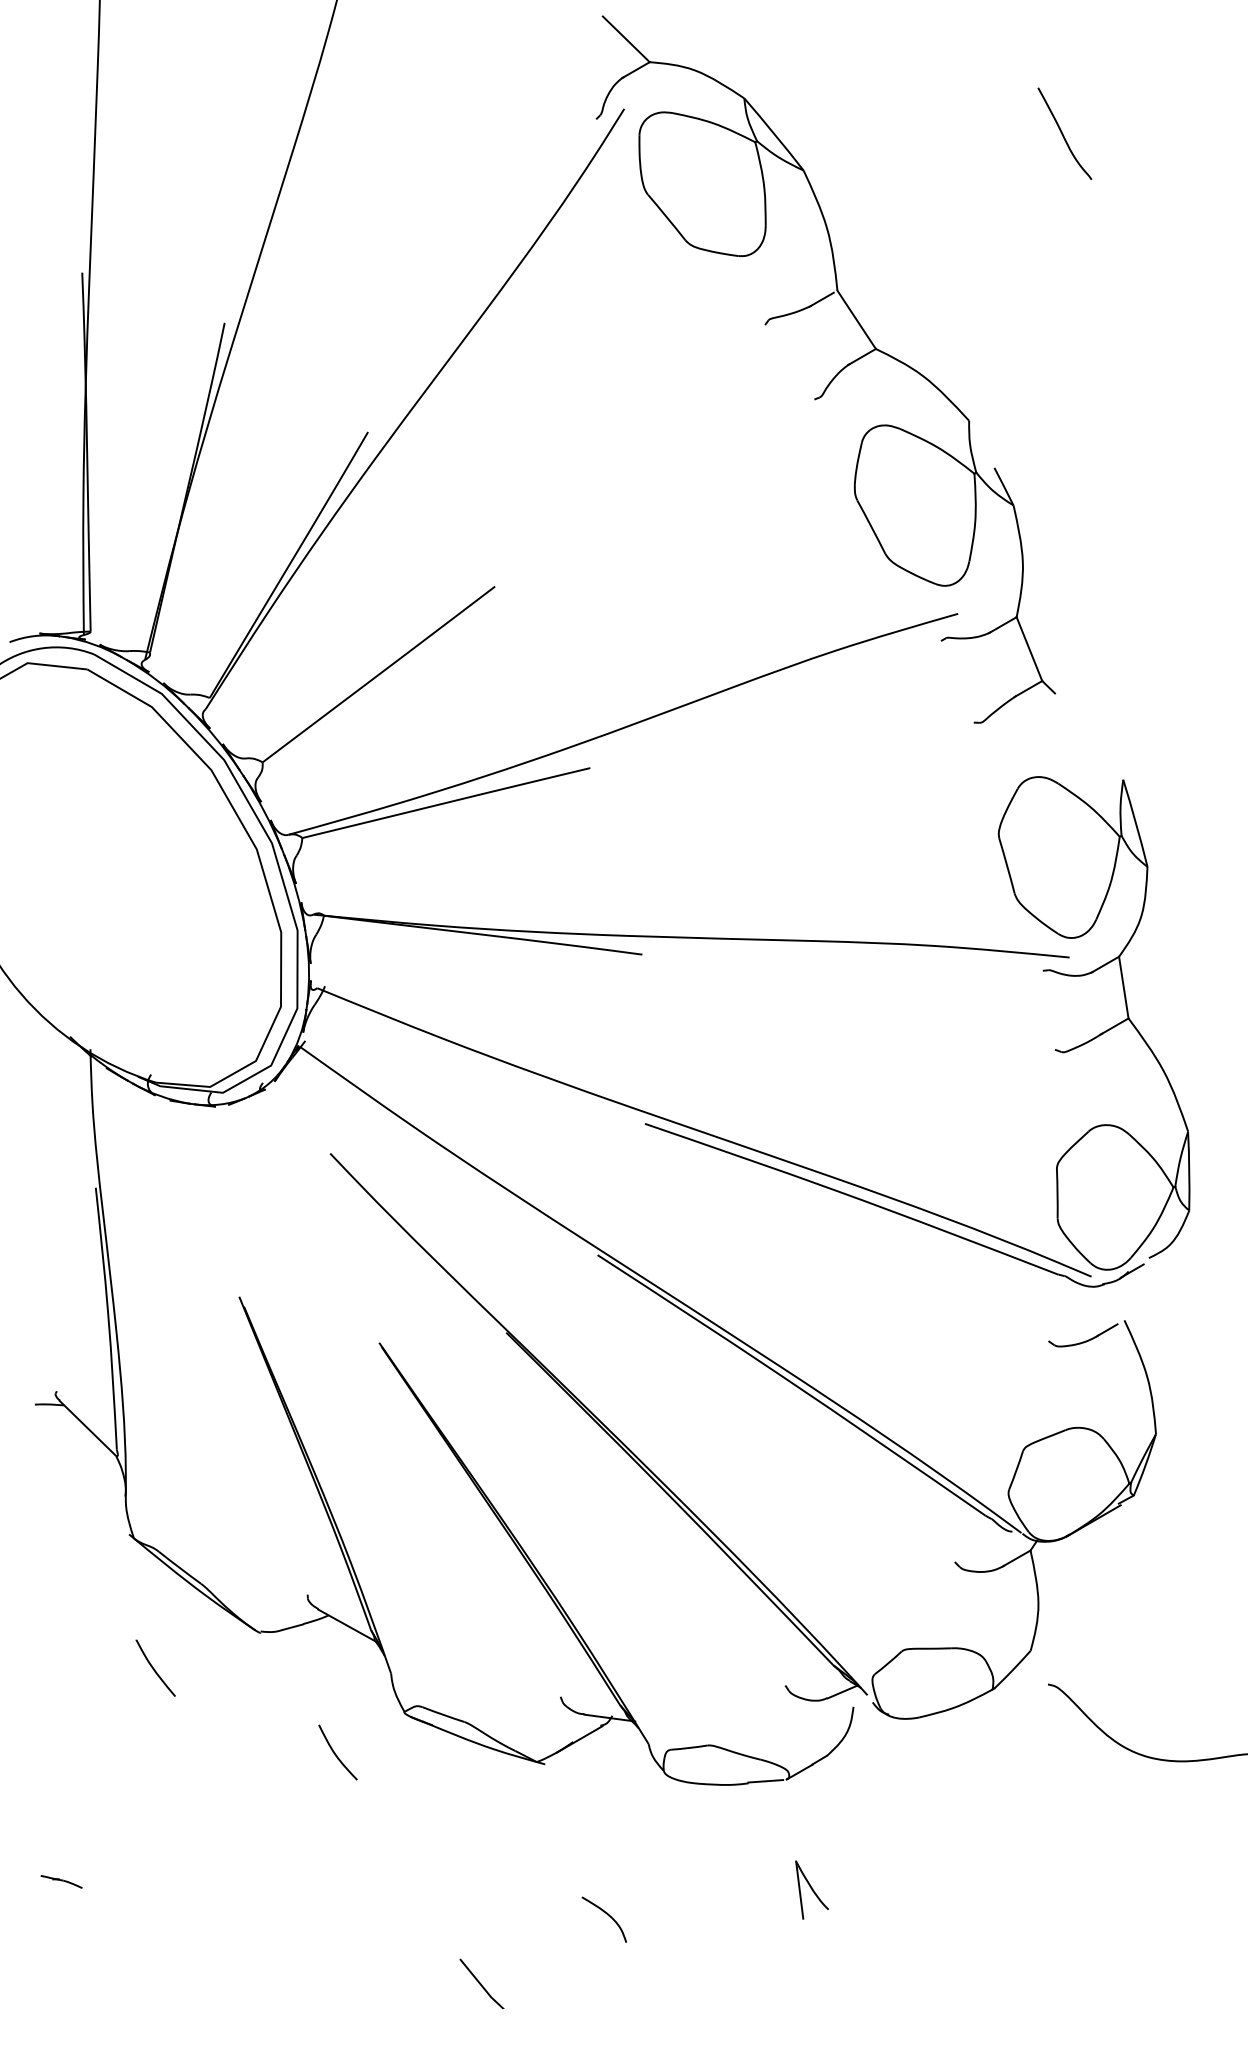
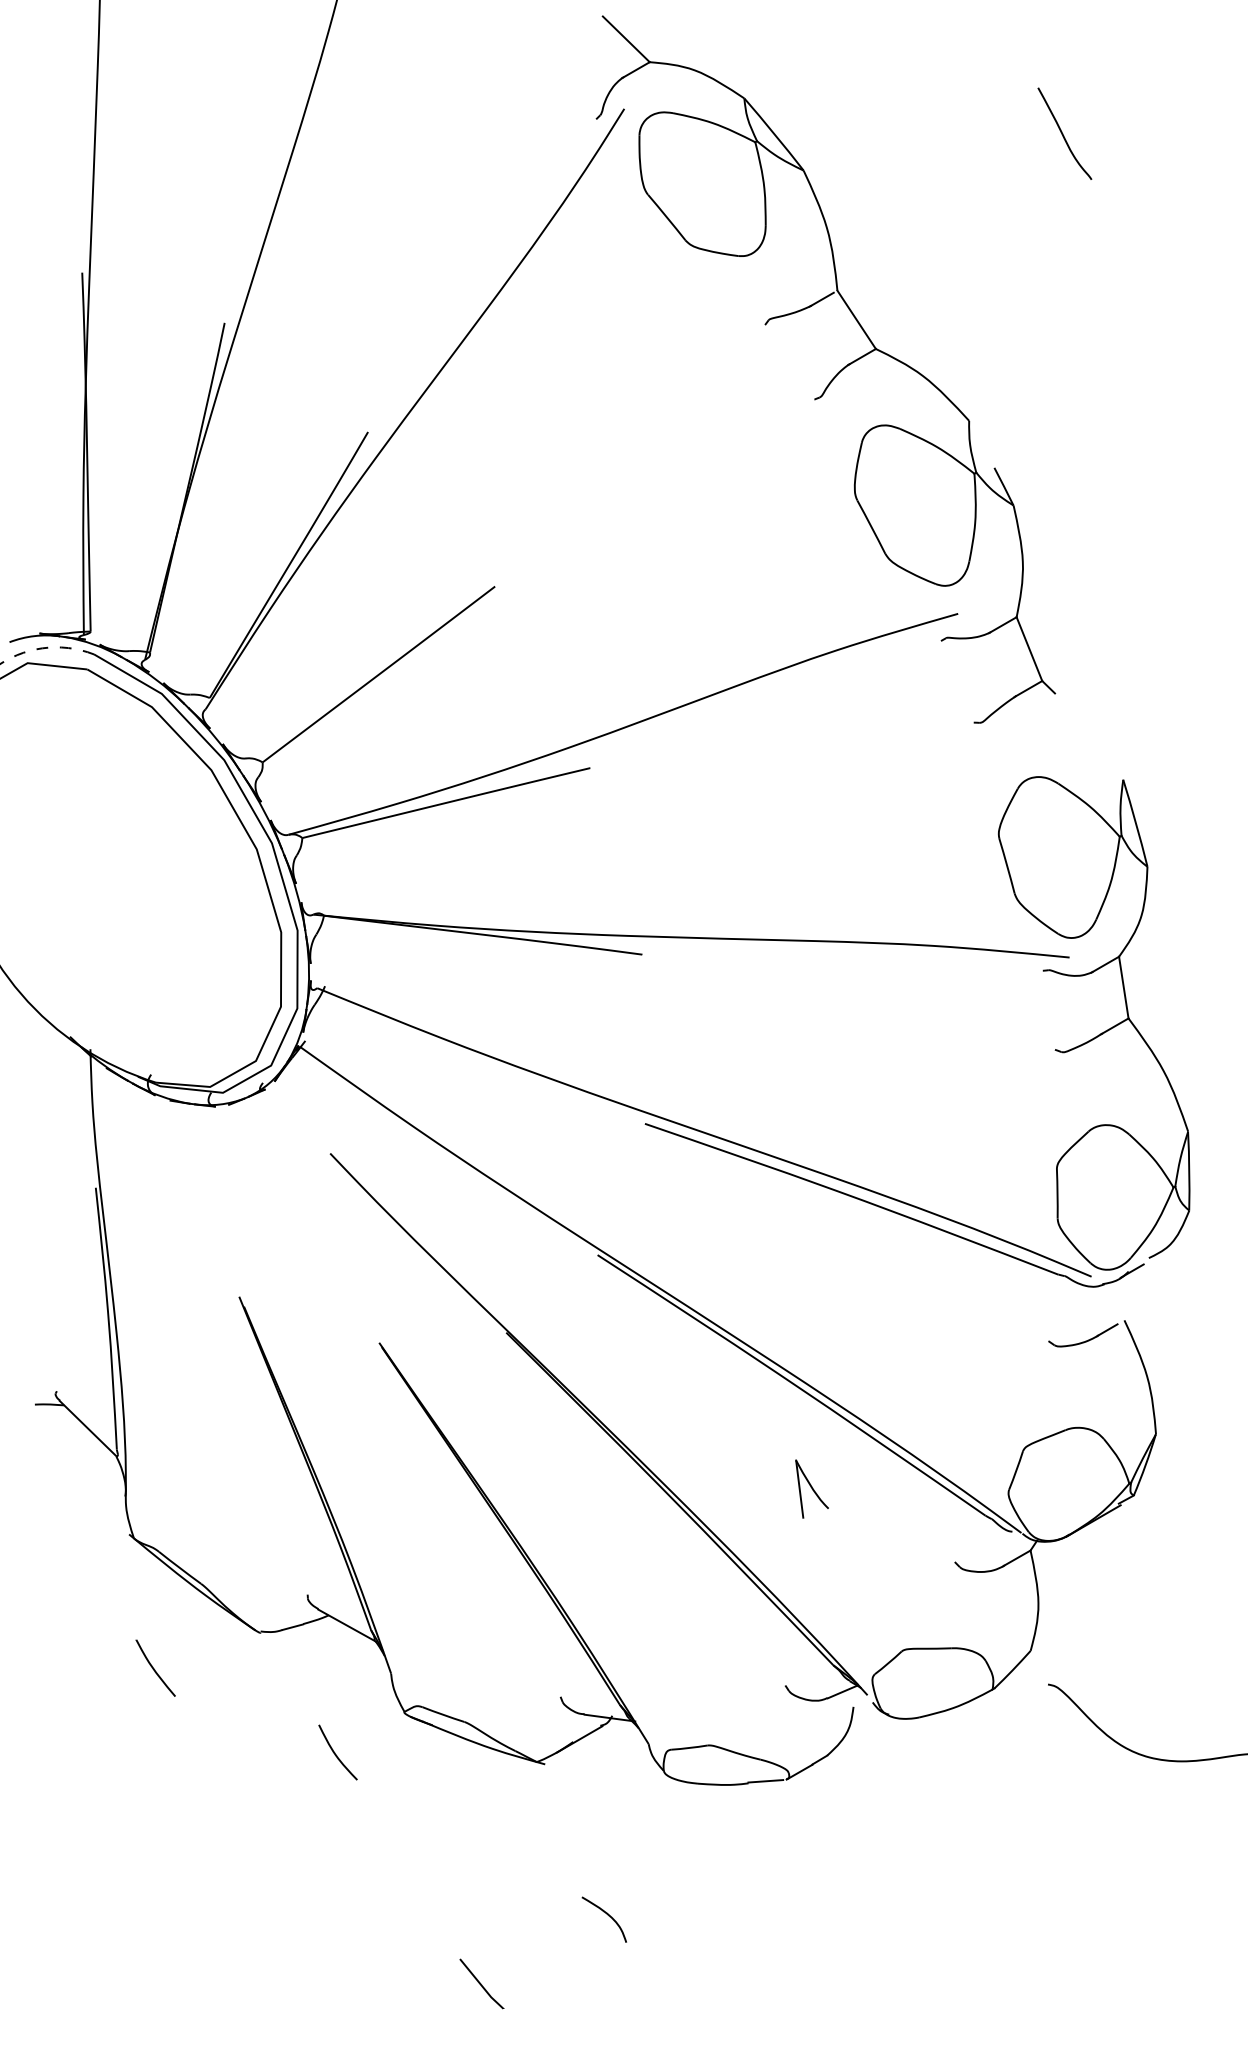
arc at (45, 647): solid -> dashed
part at (61, 1881): present -> none
part at (811, 1889) position: (811, 1889) -> (811, 1488)
